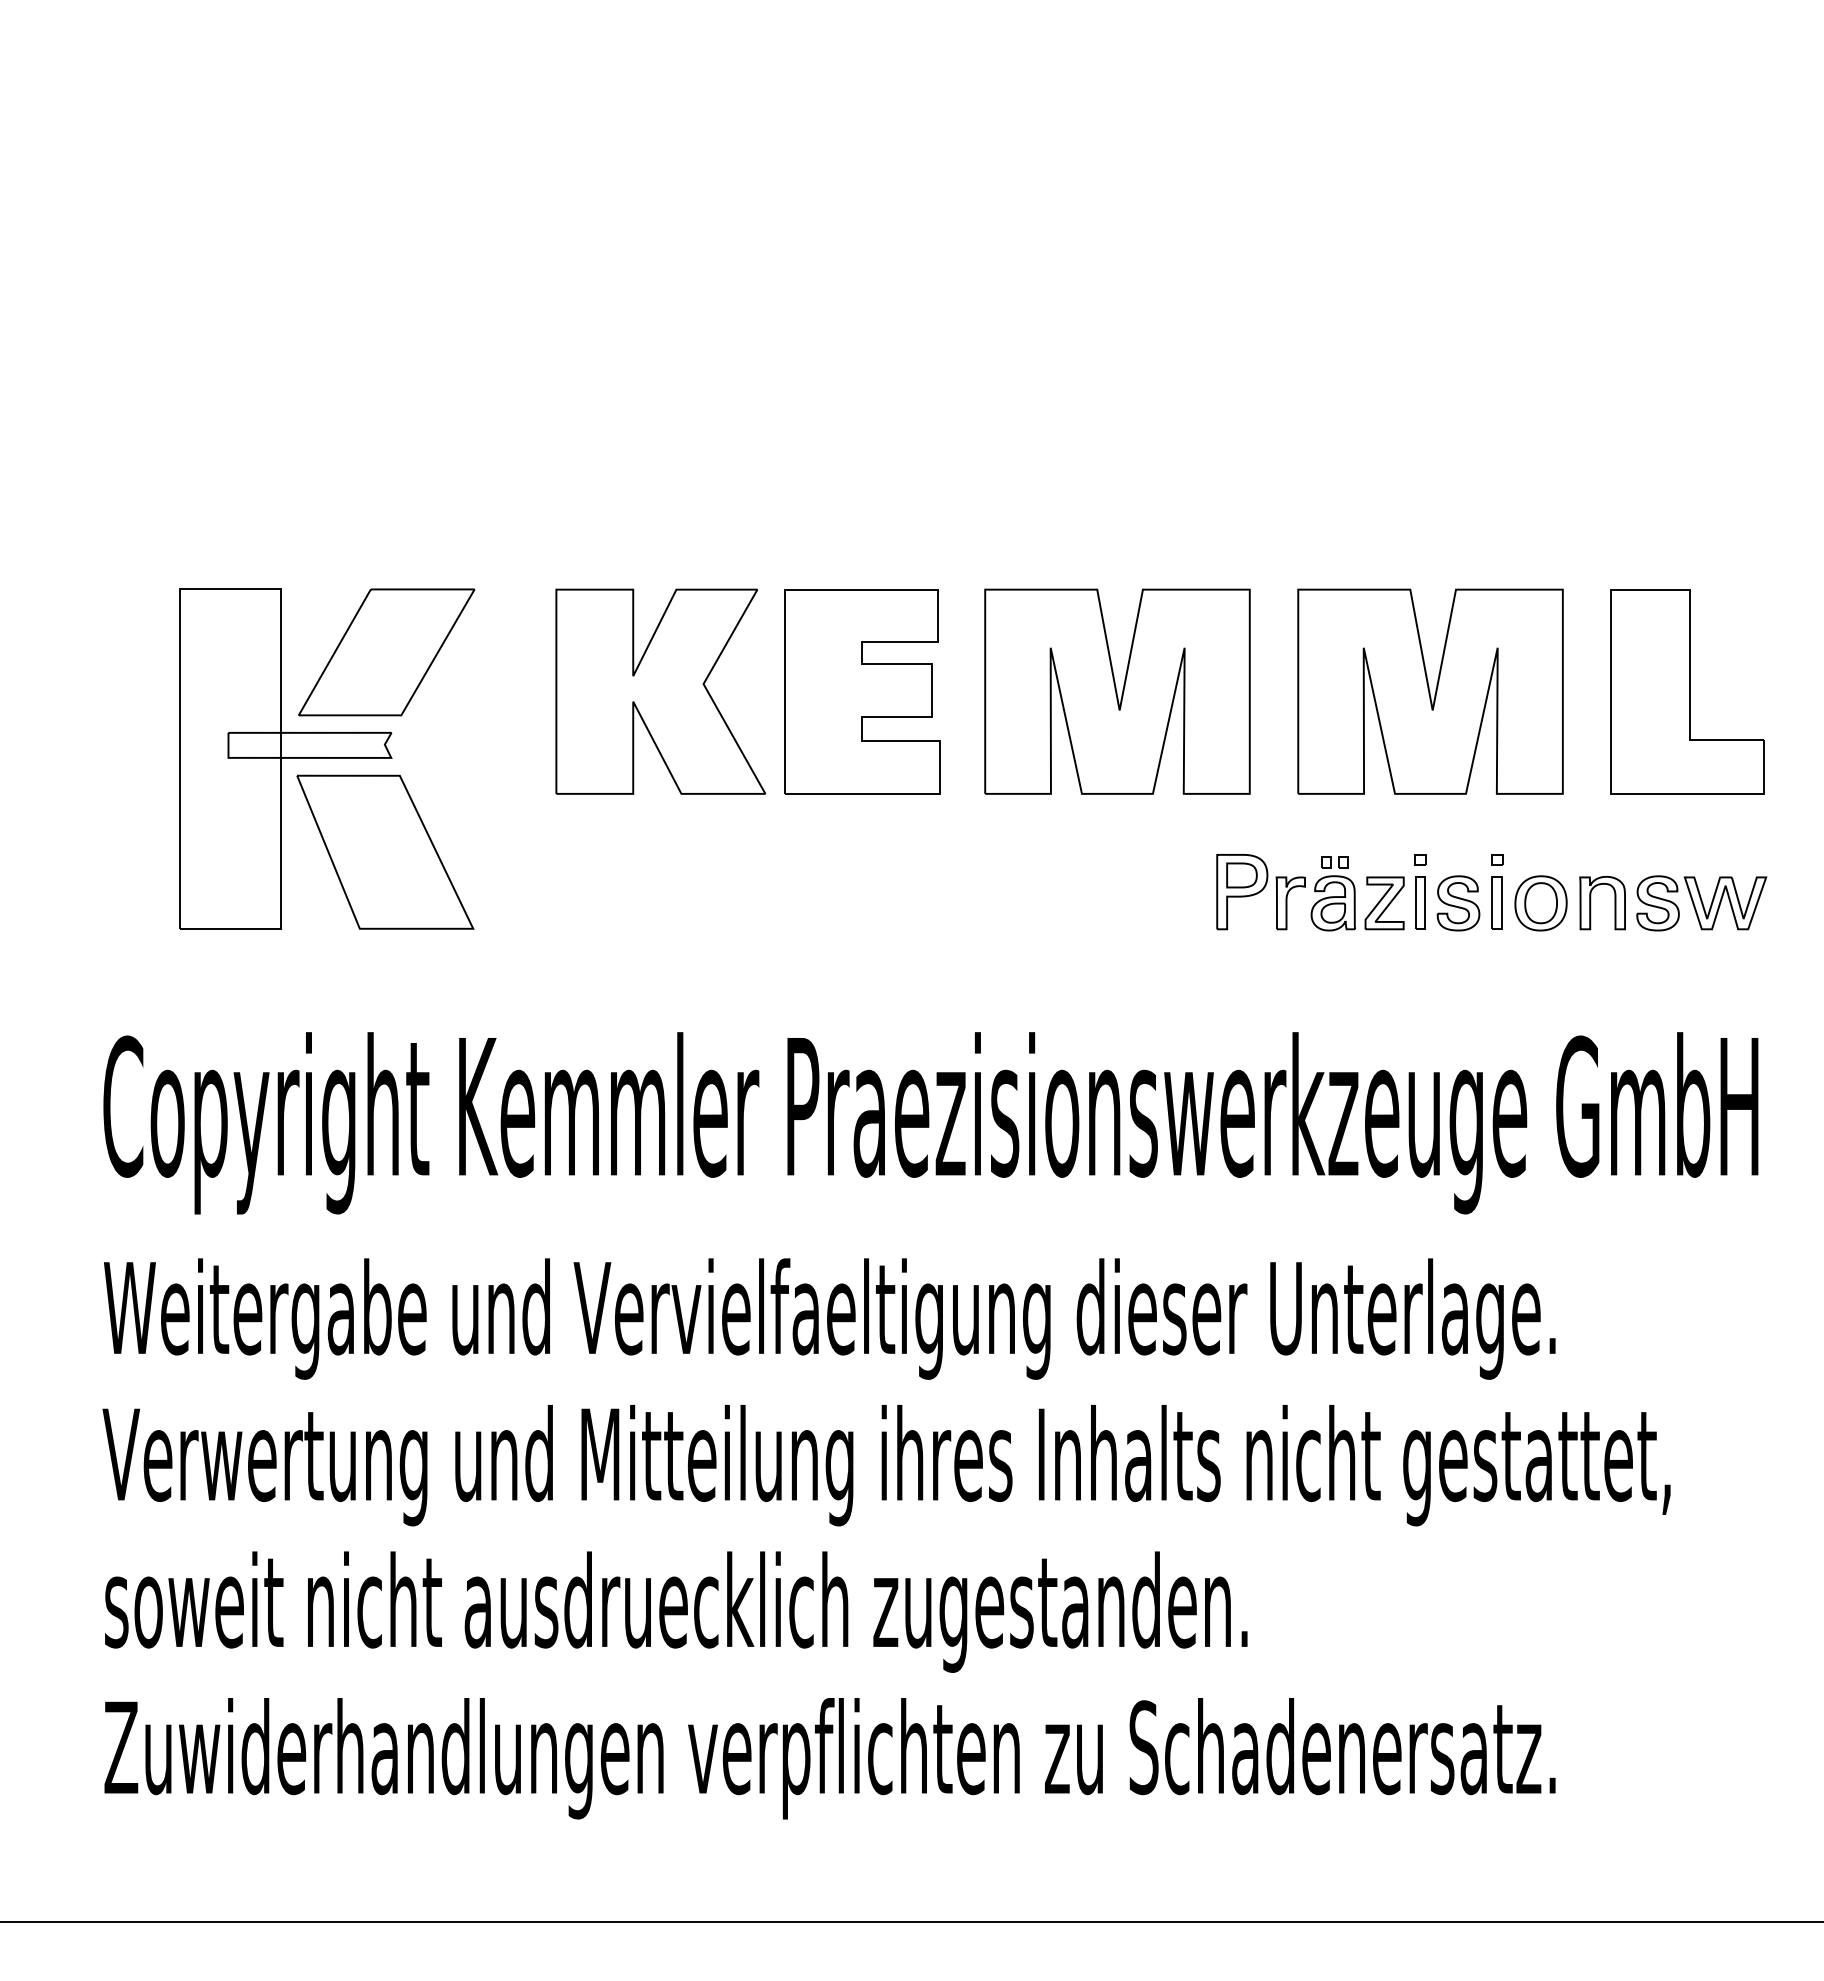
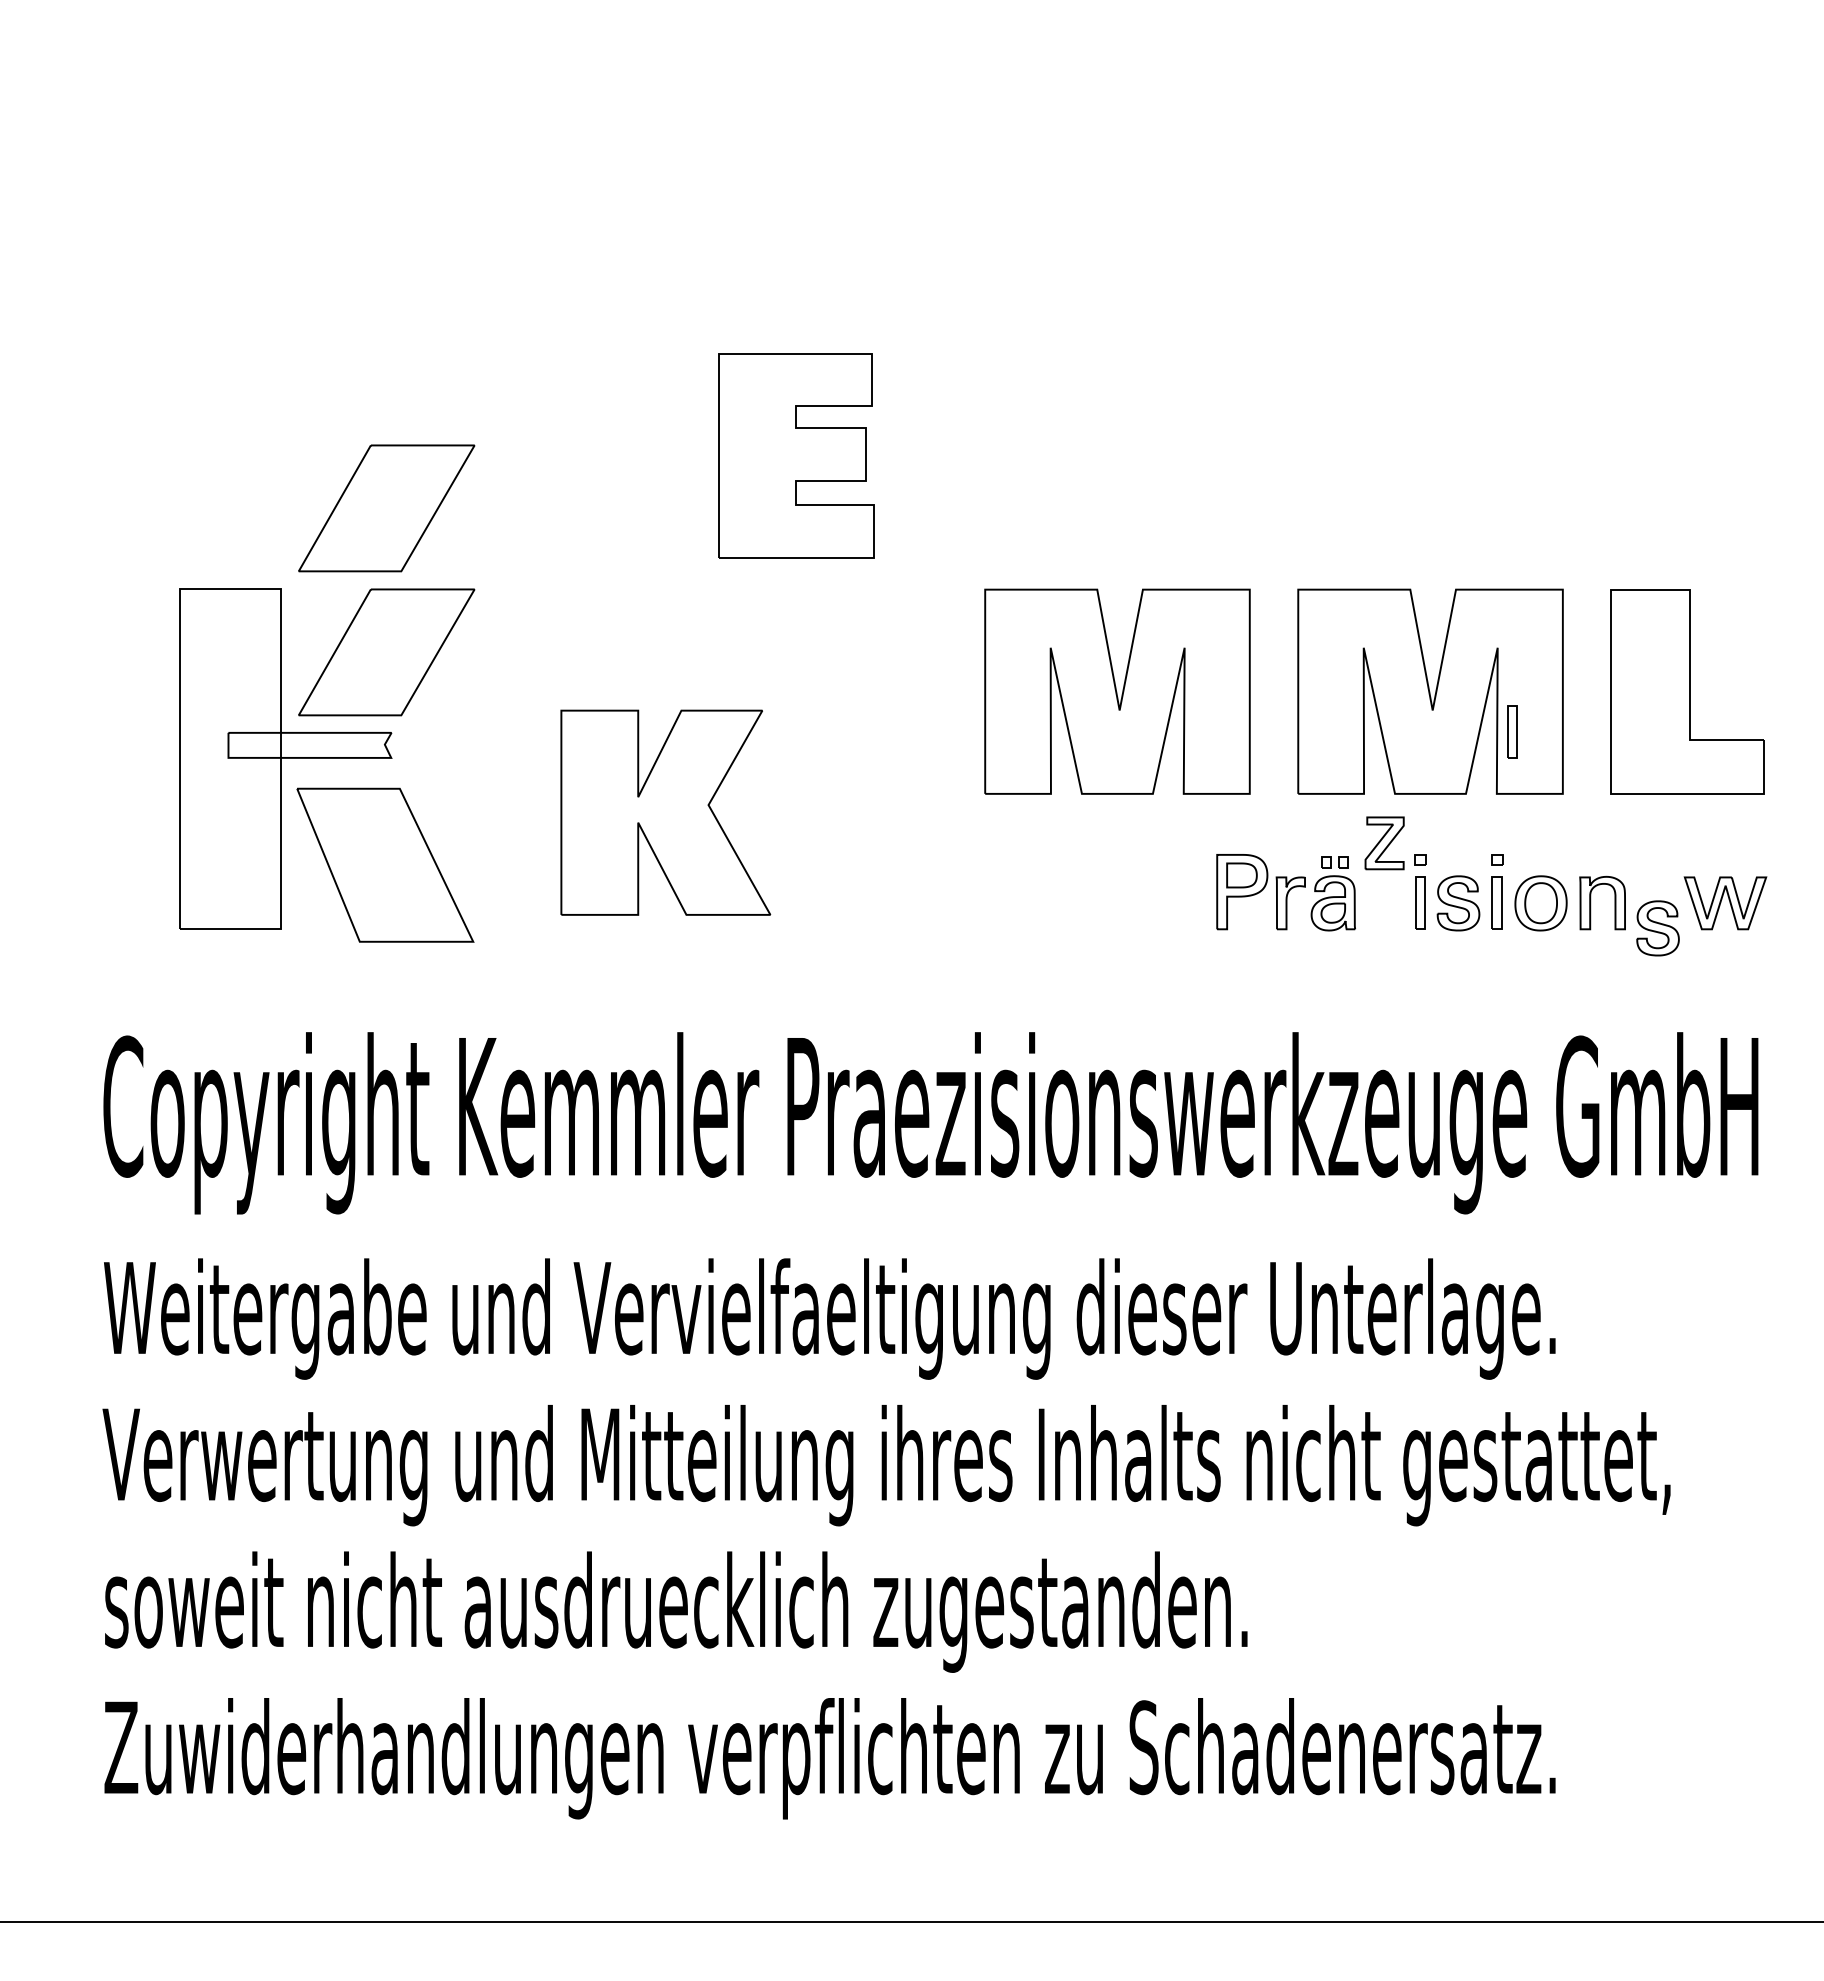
part at (386, 508): none -> present
part at (660, 691) position: (660, 691) -> (665, 812)
part at (862, 691) position: (862, 691) -> (796, 455)
part at (1512, 731): none -> present
part at (385, 851) position: (385, 851) -> (385, 864)
part at (1384, 903) position: (1384, 903) -> (1384, 843)
part at (1657, 903) position: (1657, 903) -> (1657, 928)
